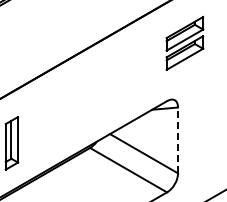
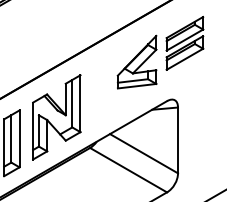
part at (136, 61): none -> present
part at (56, 117): none -> present
line at (178, 140): dashed -> solid
part at (11, 143) size: 16x55 px -> 18x69 px
